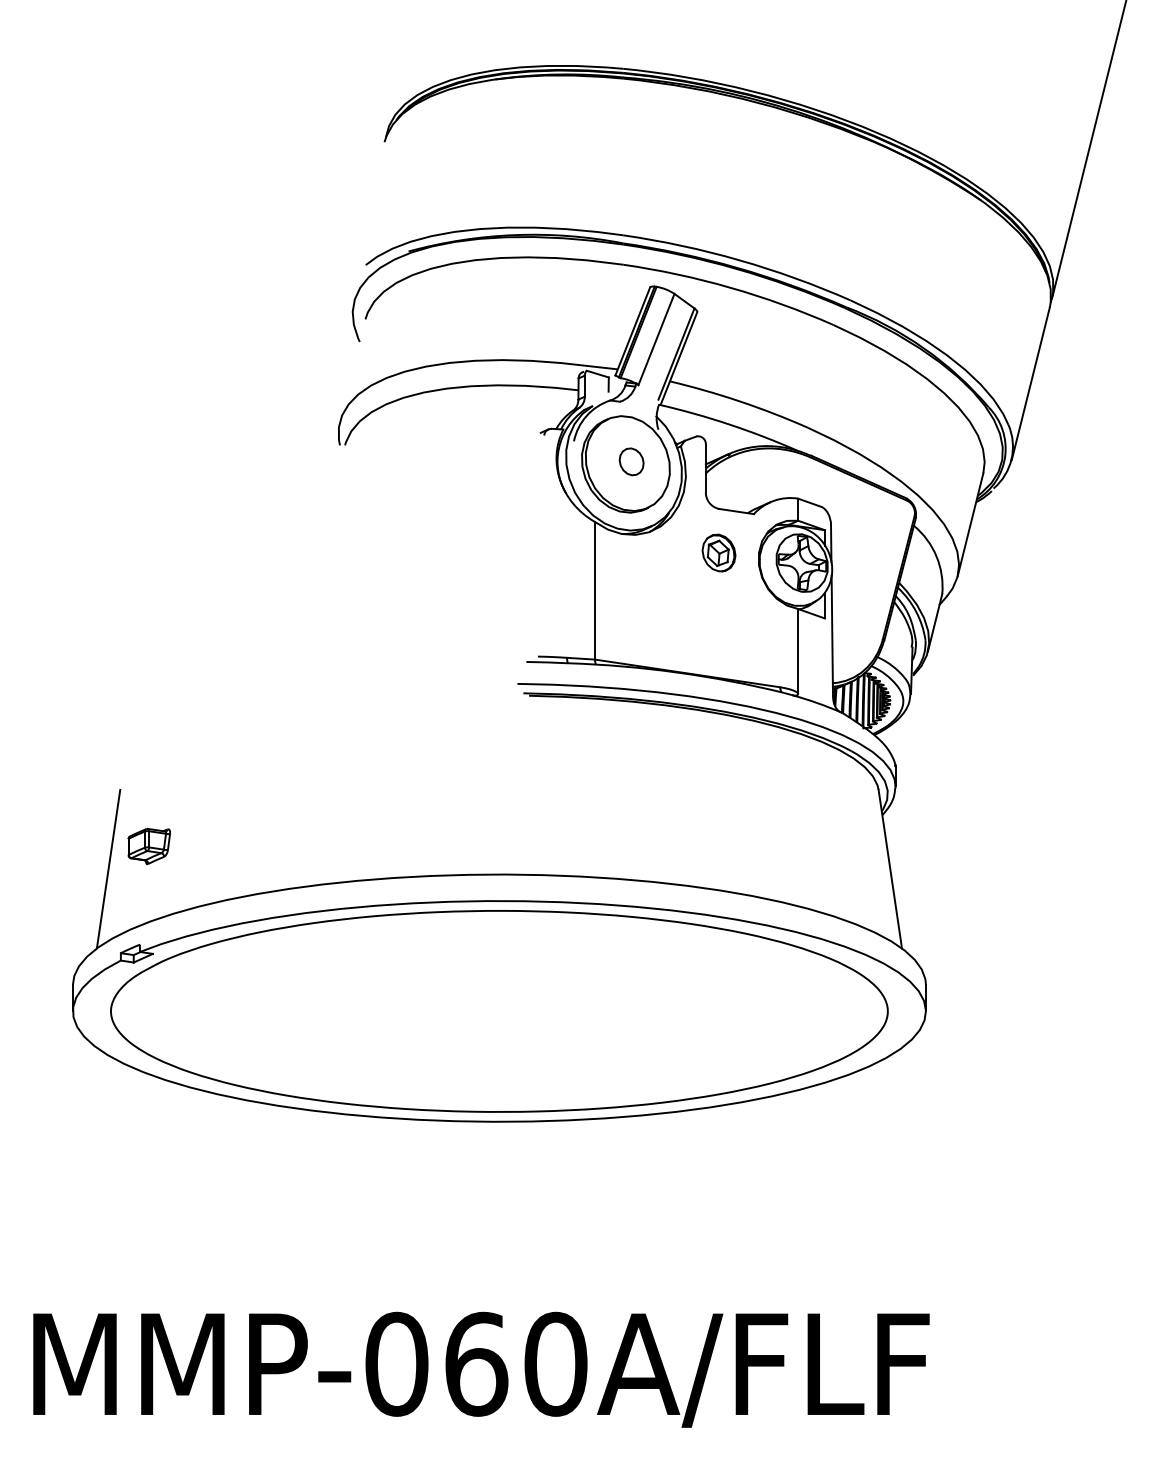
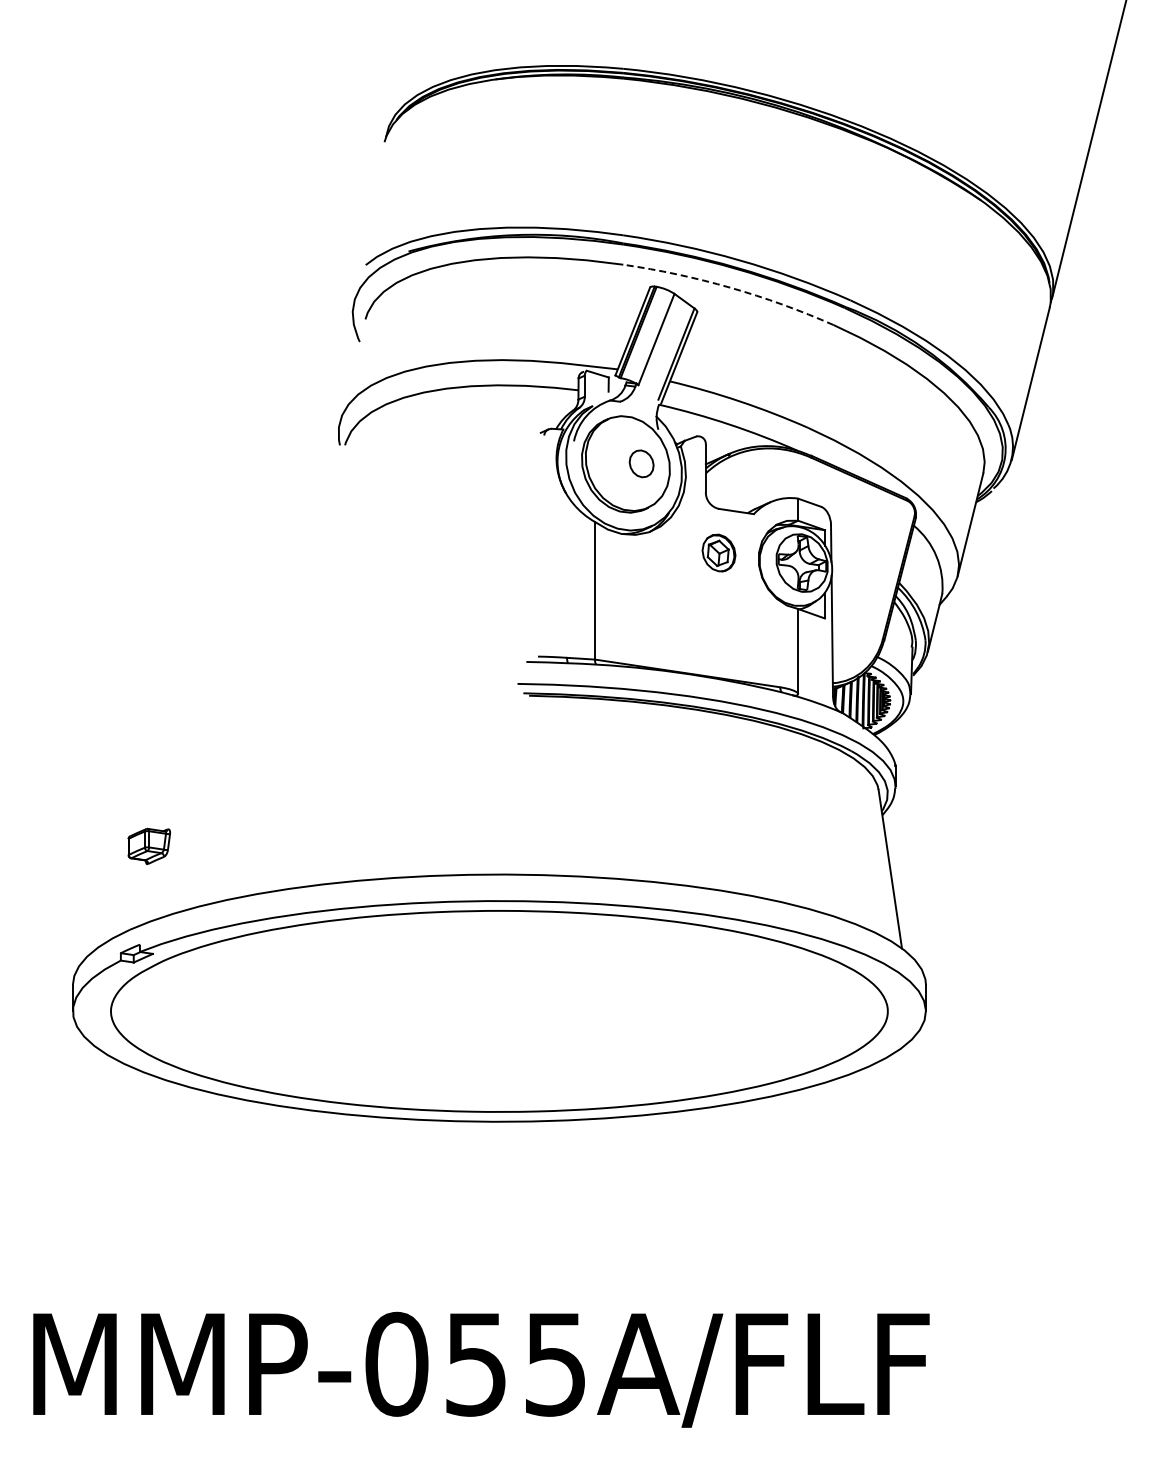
arc at (730, 287): solid -> dashed
part at (631, 461) position: (631, 461) -> (641, 463)
line at (108, 868): present -> none
text at (516, 1363): MMP-060A/FLF -> MMP-055A/FLF
